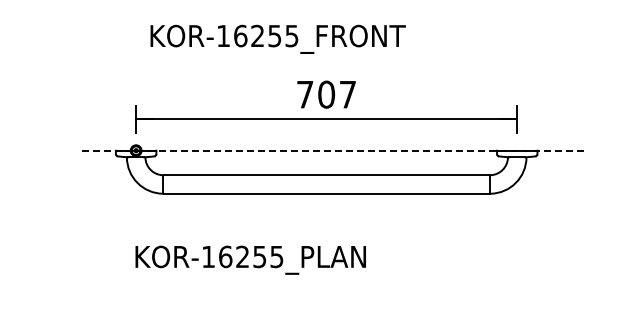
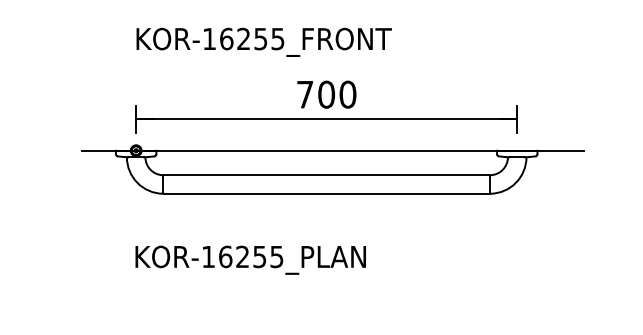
text at (277, 38) position: (277, 38) -> (263, 41)
text at (347, 94): 707 -> 700
line at (332, 150): dashed -> solid
